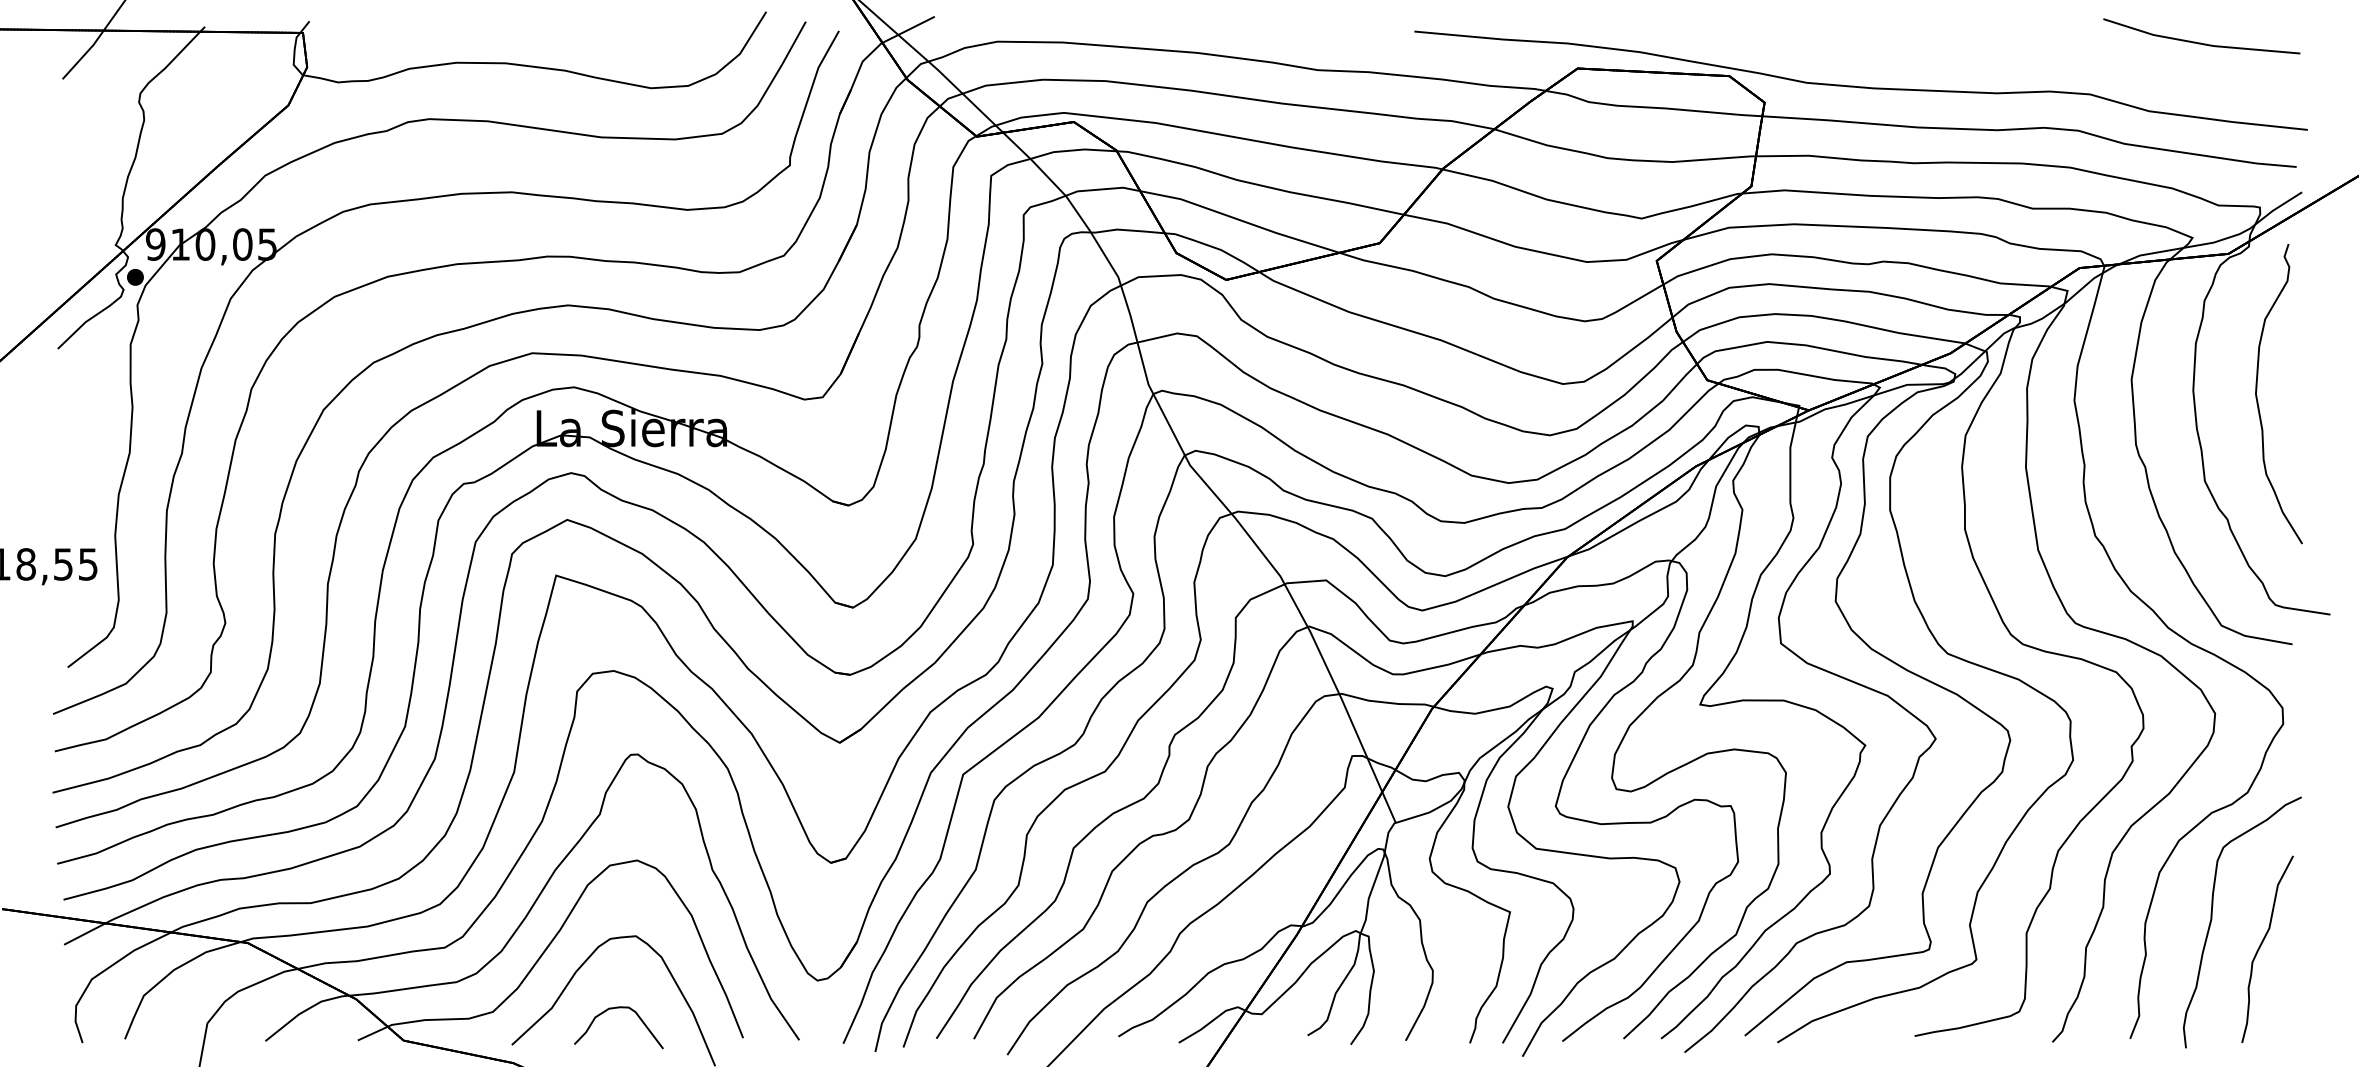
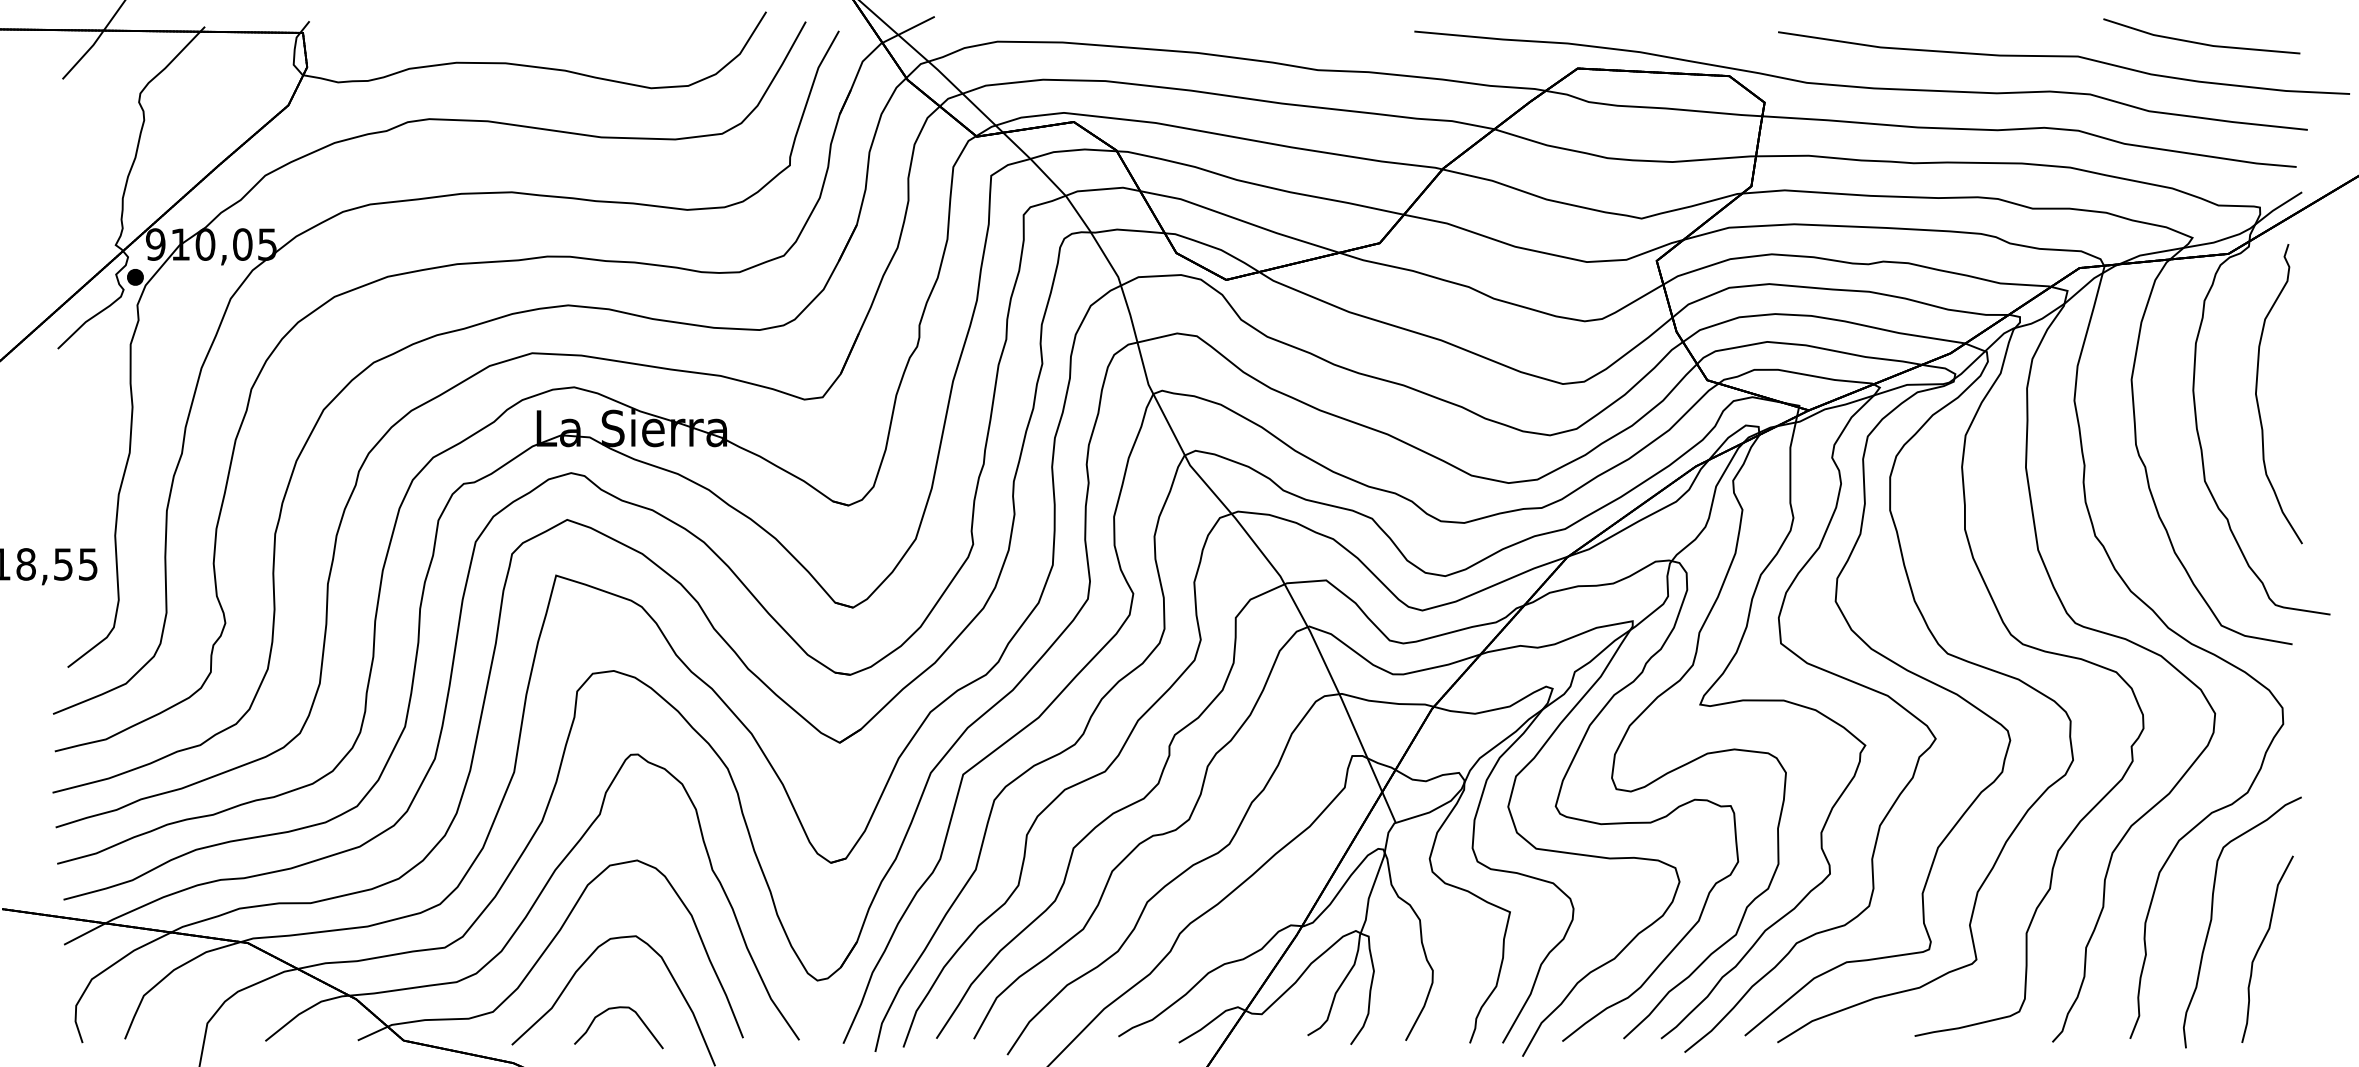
part at (2064, 62): none -> present
